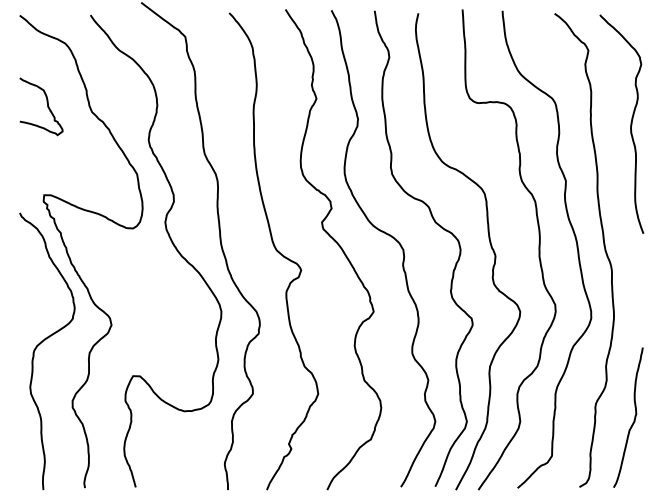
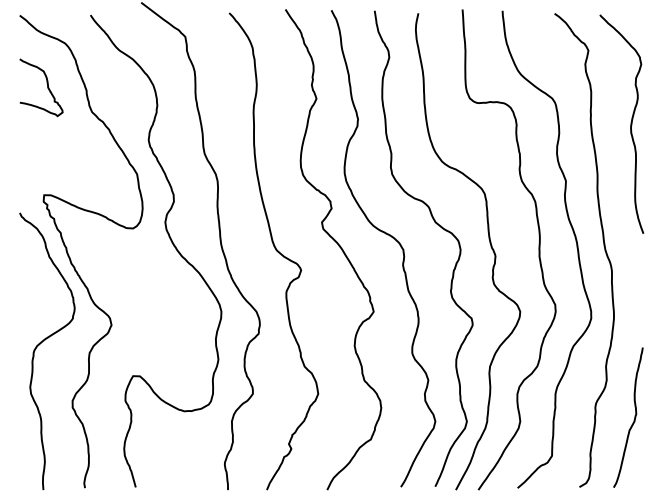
curve at (47, 106) position: (47, 106) -> (47, 87)
